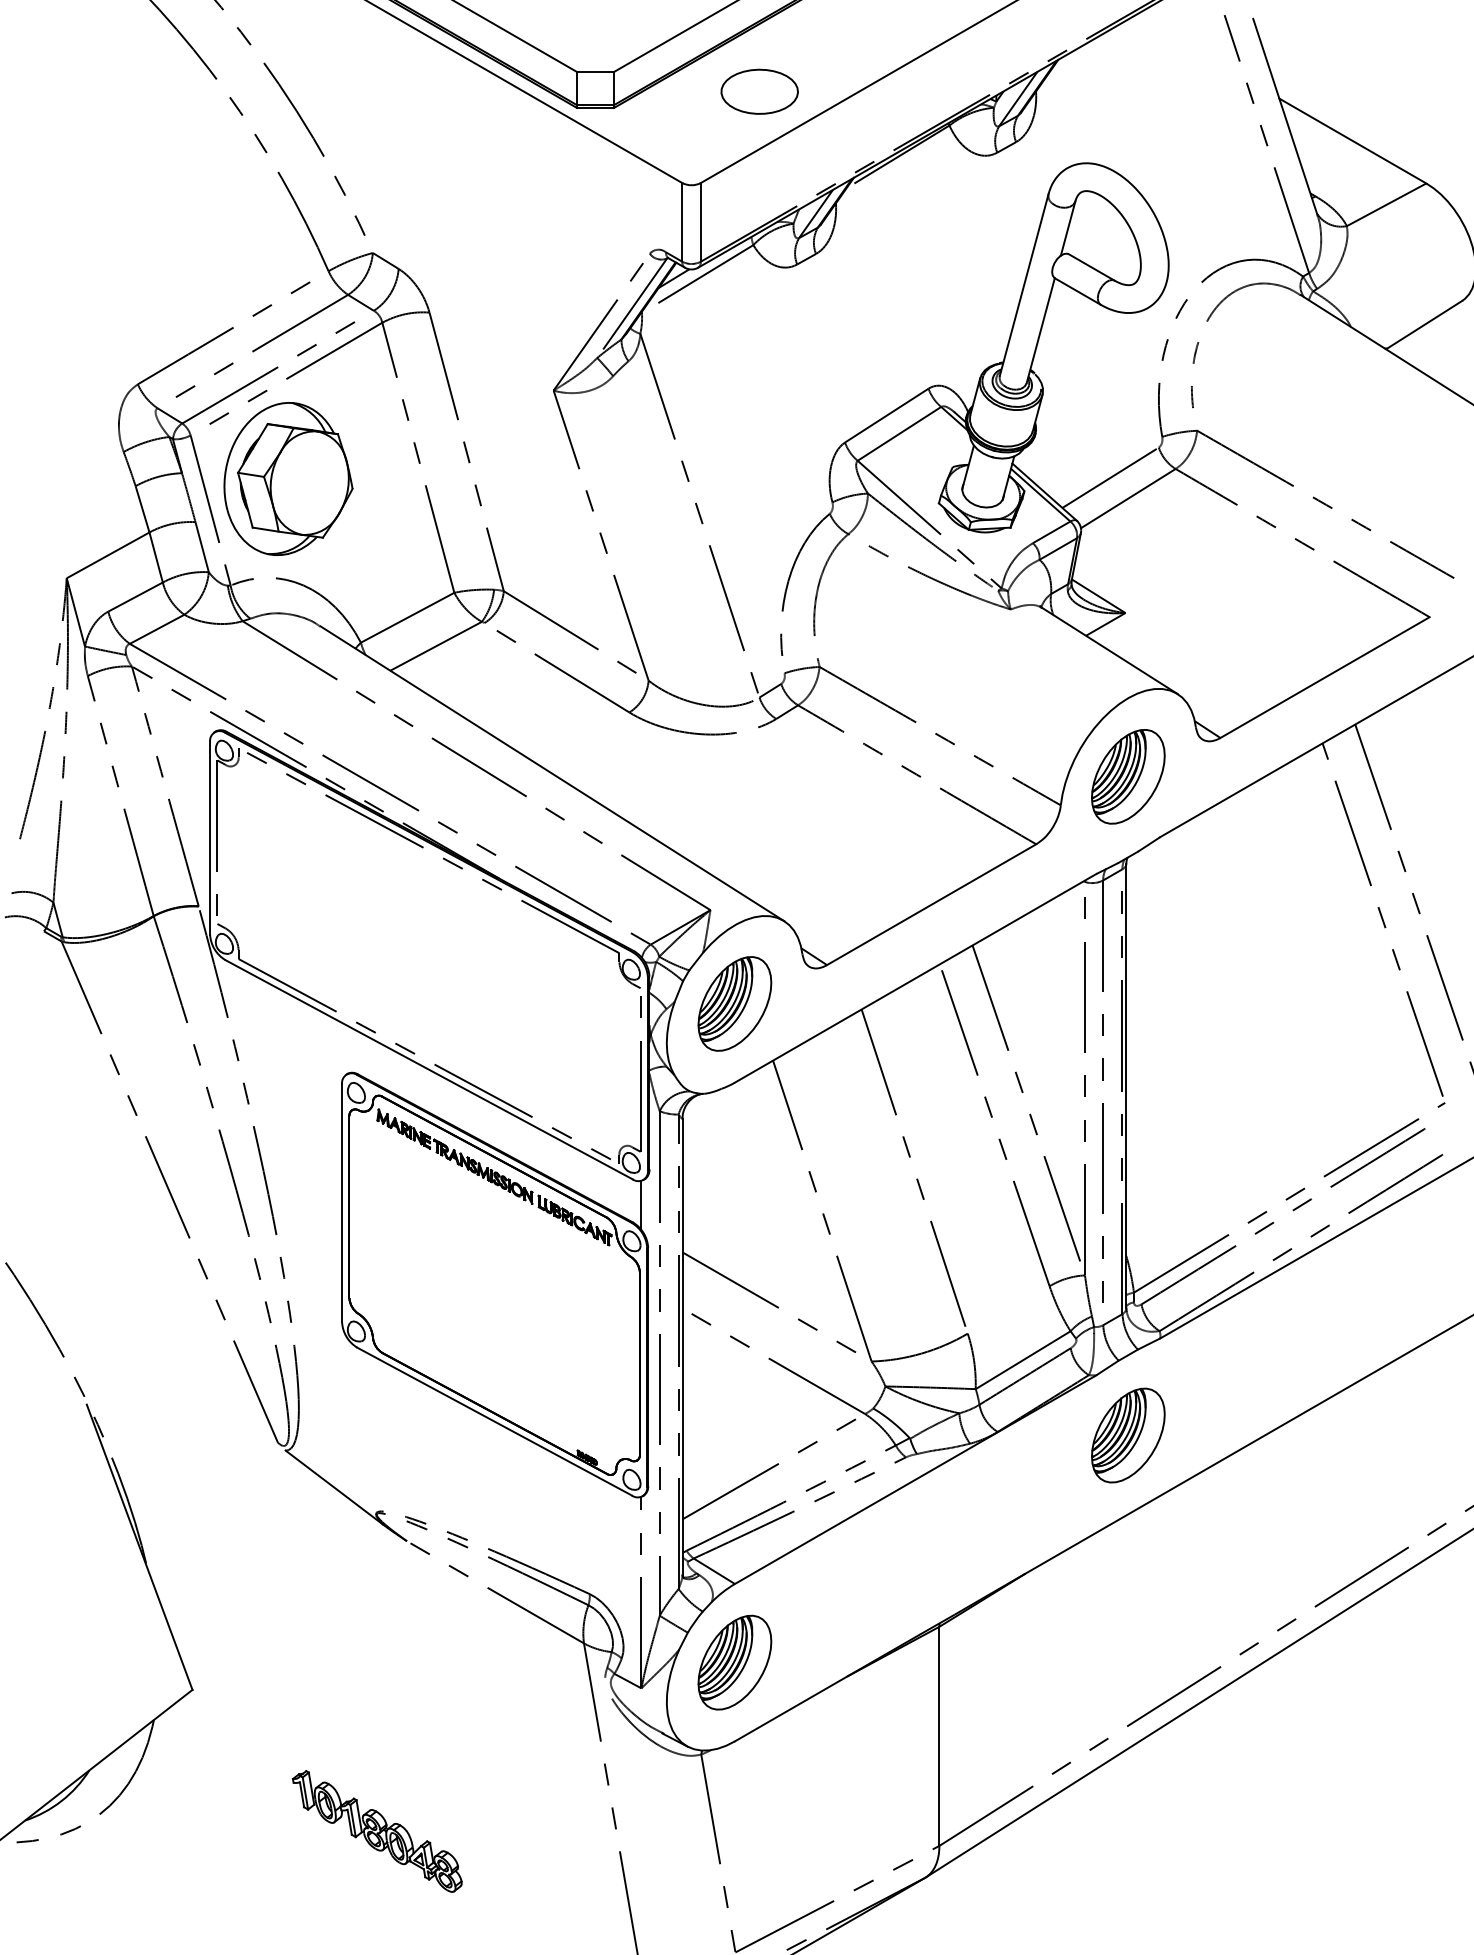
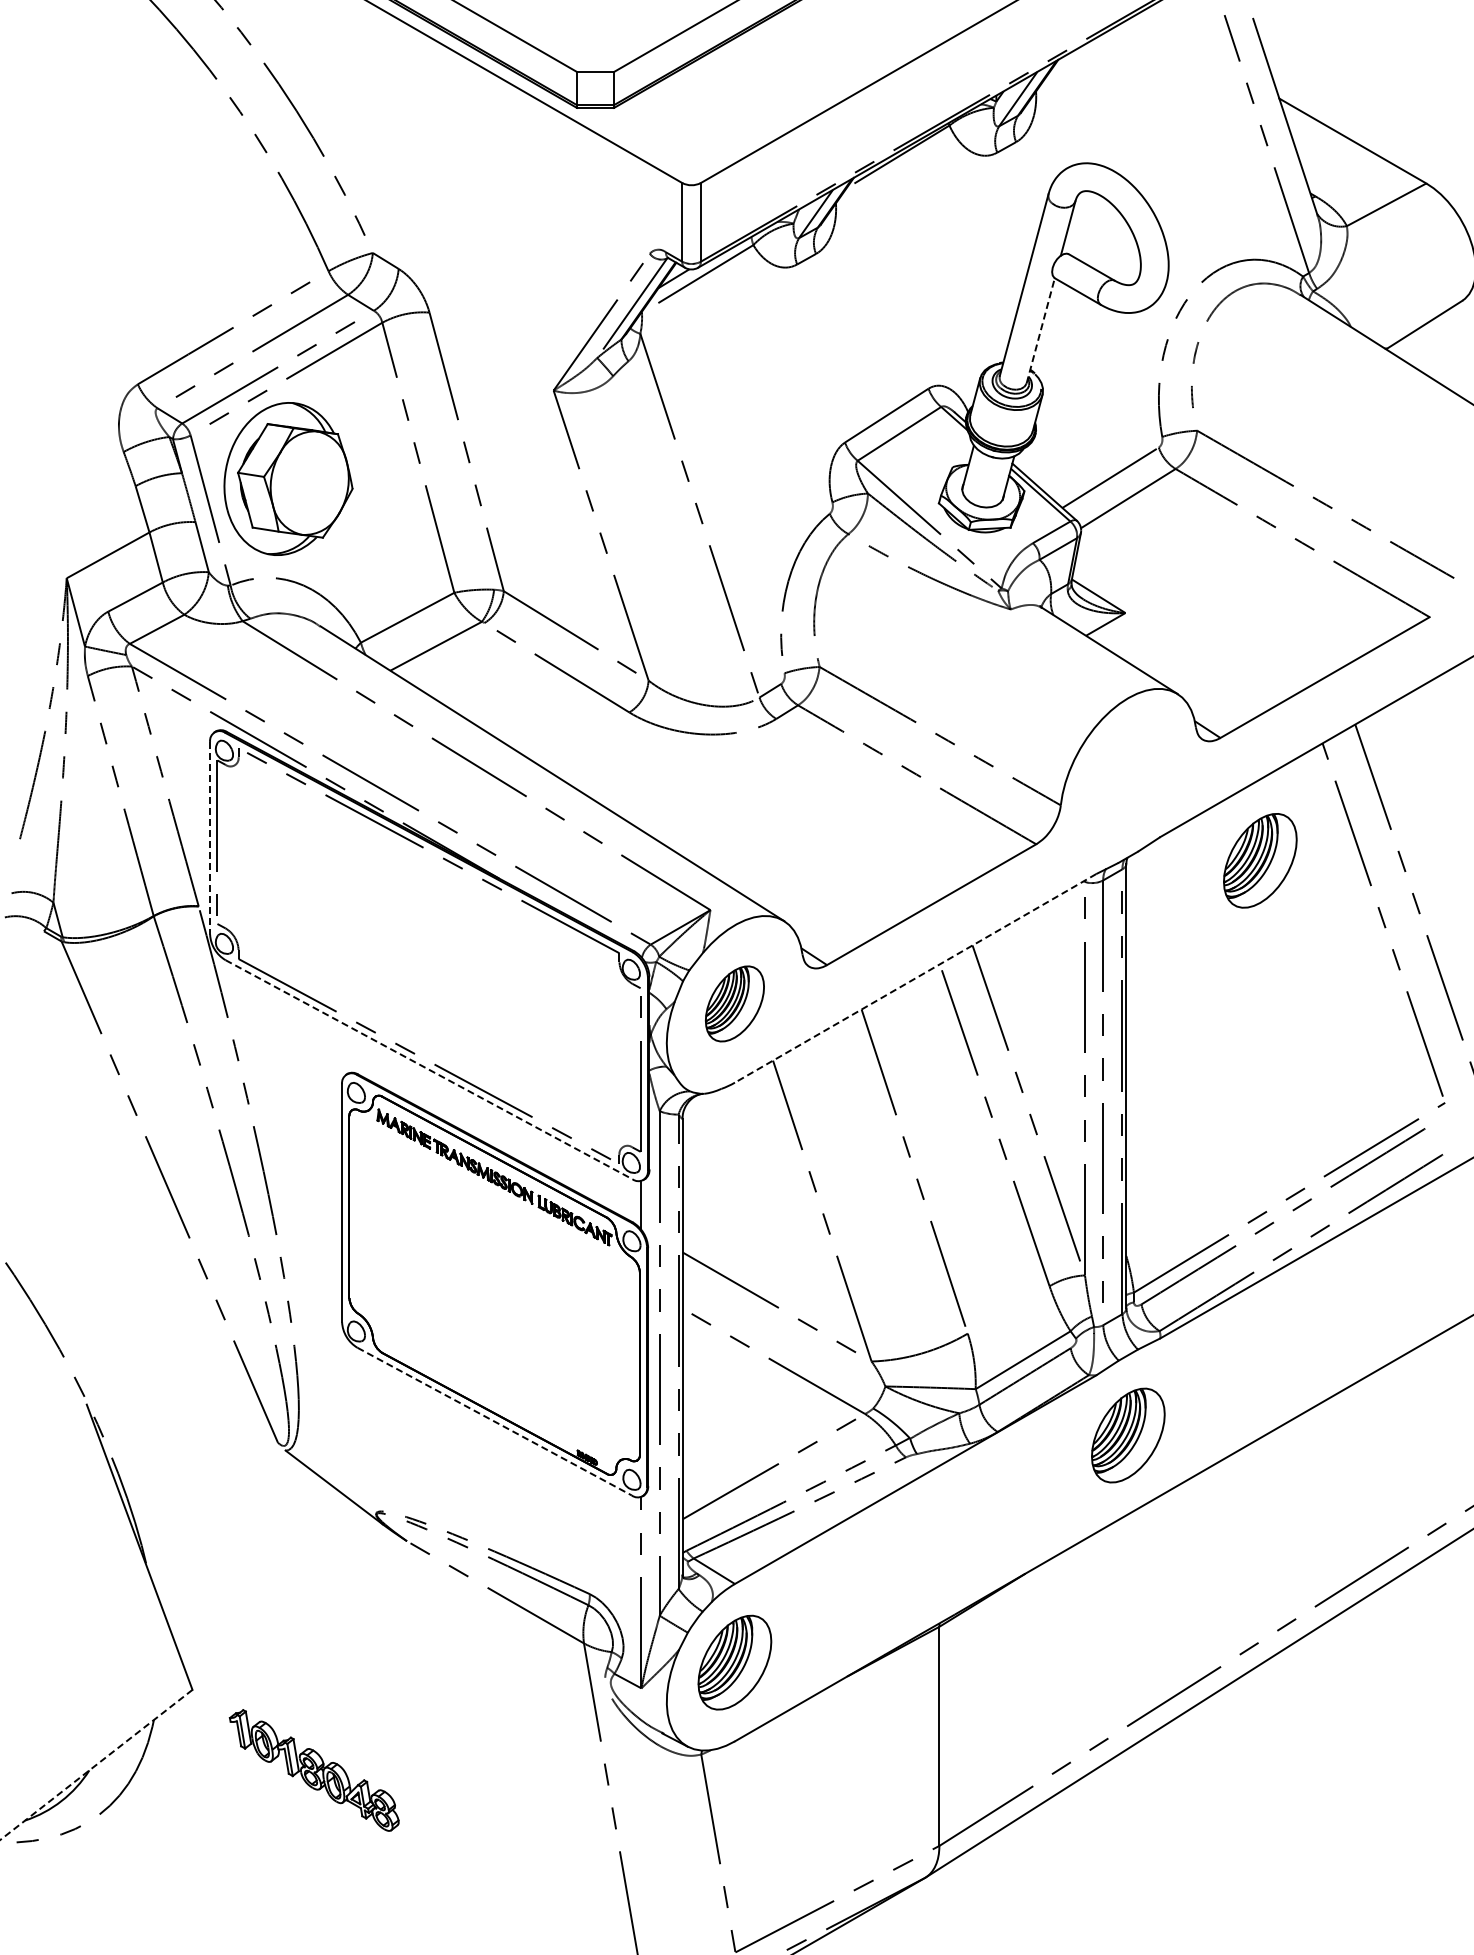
part at (759, 91): present -> none
line at (1040, 330): solid -> dashed
part at (1128, 776) position: (1128, 776) -> (1260, 860)
line at (210, 838): solid -> dashed
line at (915, 978): solid -> dashed
part at (734, 1003) size: 76x96 px -> 60x78 px
line at (429, 1069): solid -> dashed
line at (494, 1421): solid -> dashed
line at (95, 1765): solid -> dashed
part at (376, 1831) position: (376, 1831) -> (313, 1770)
